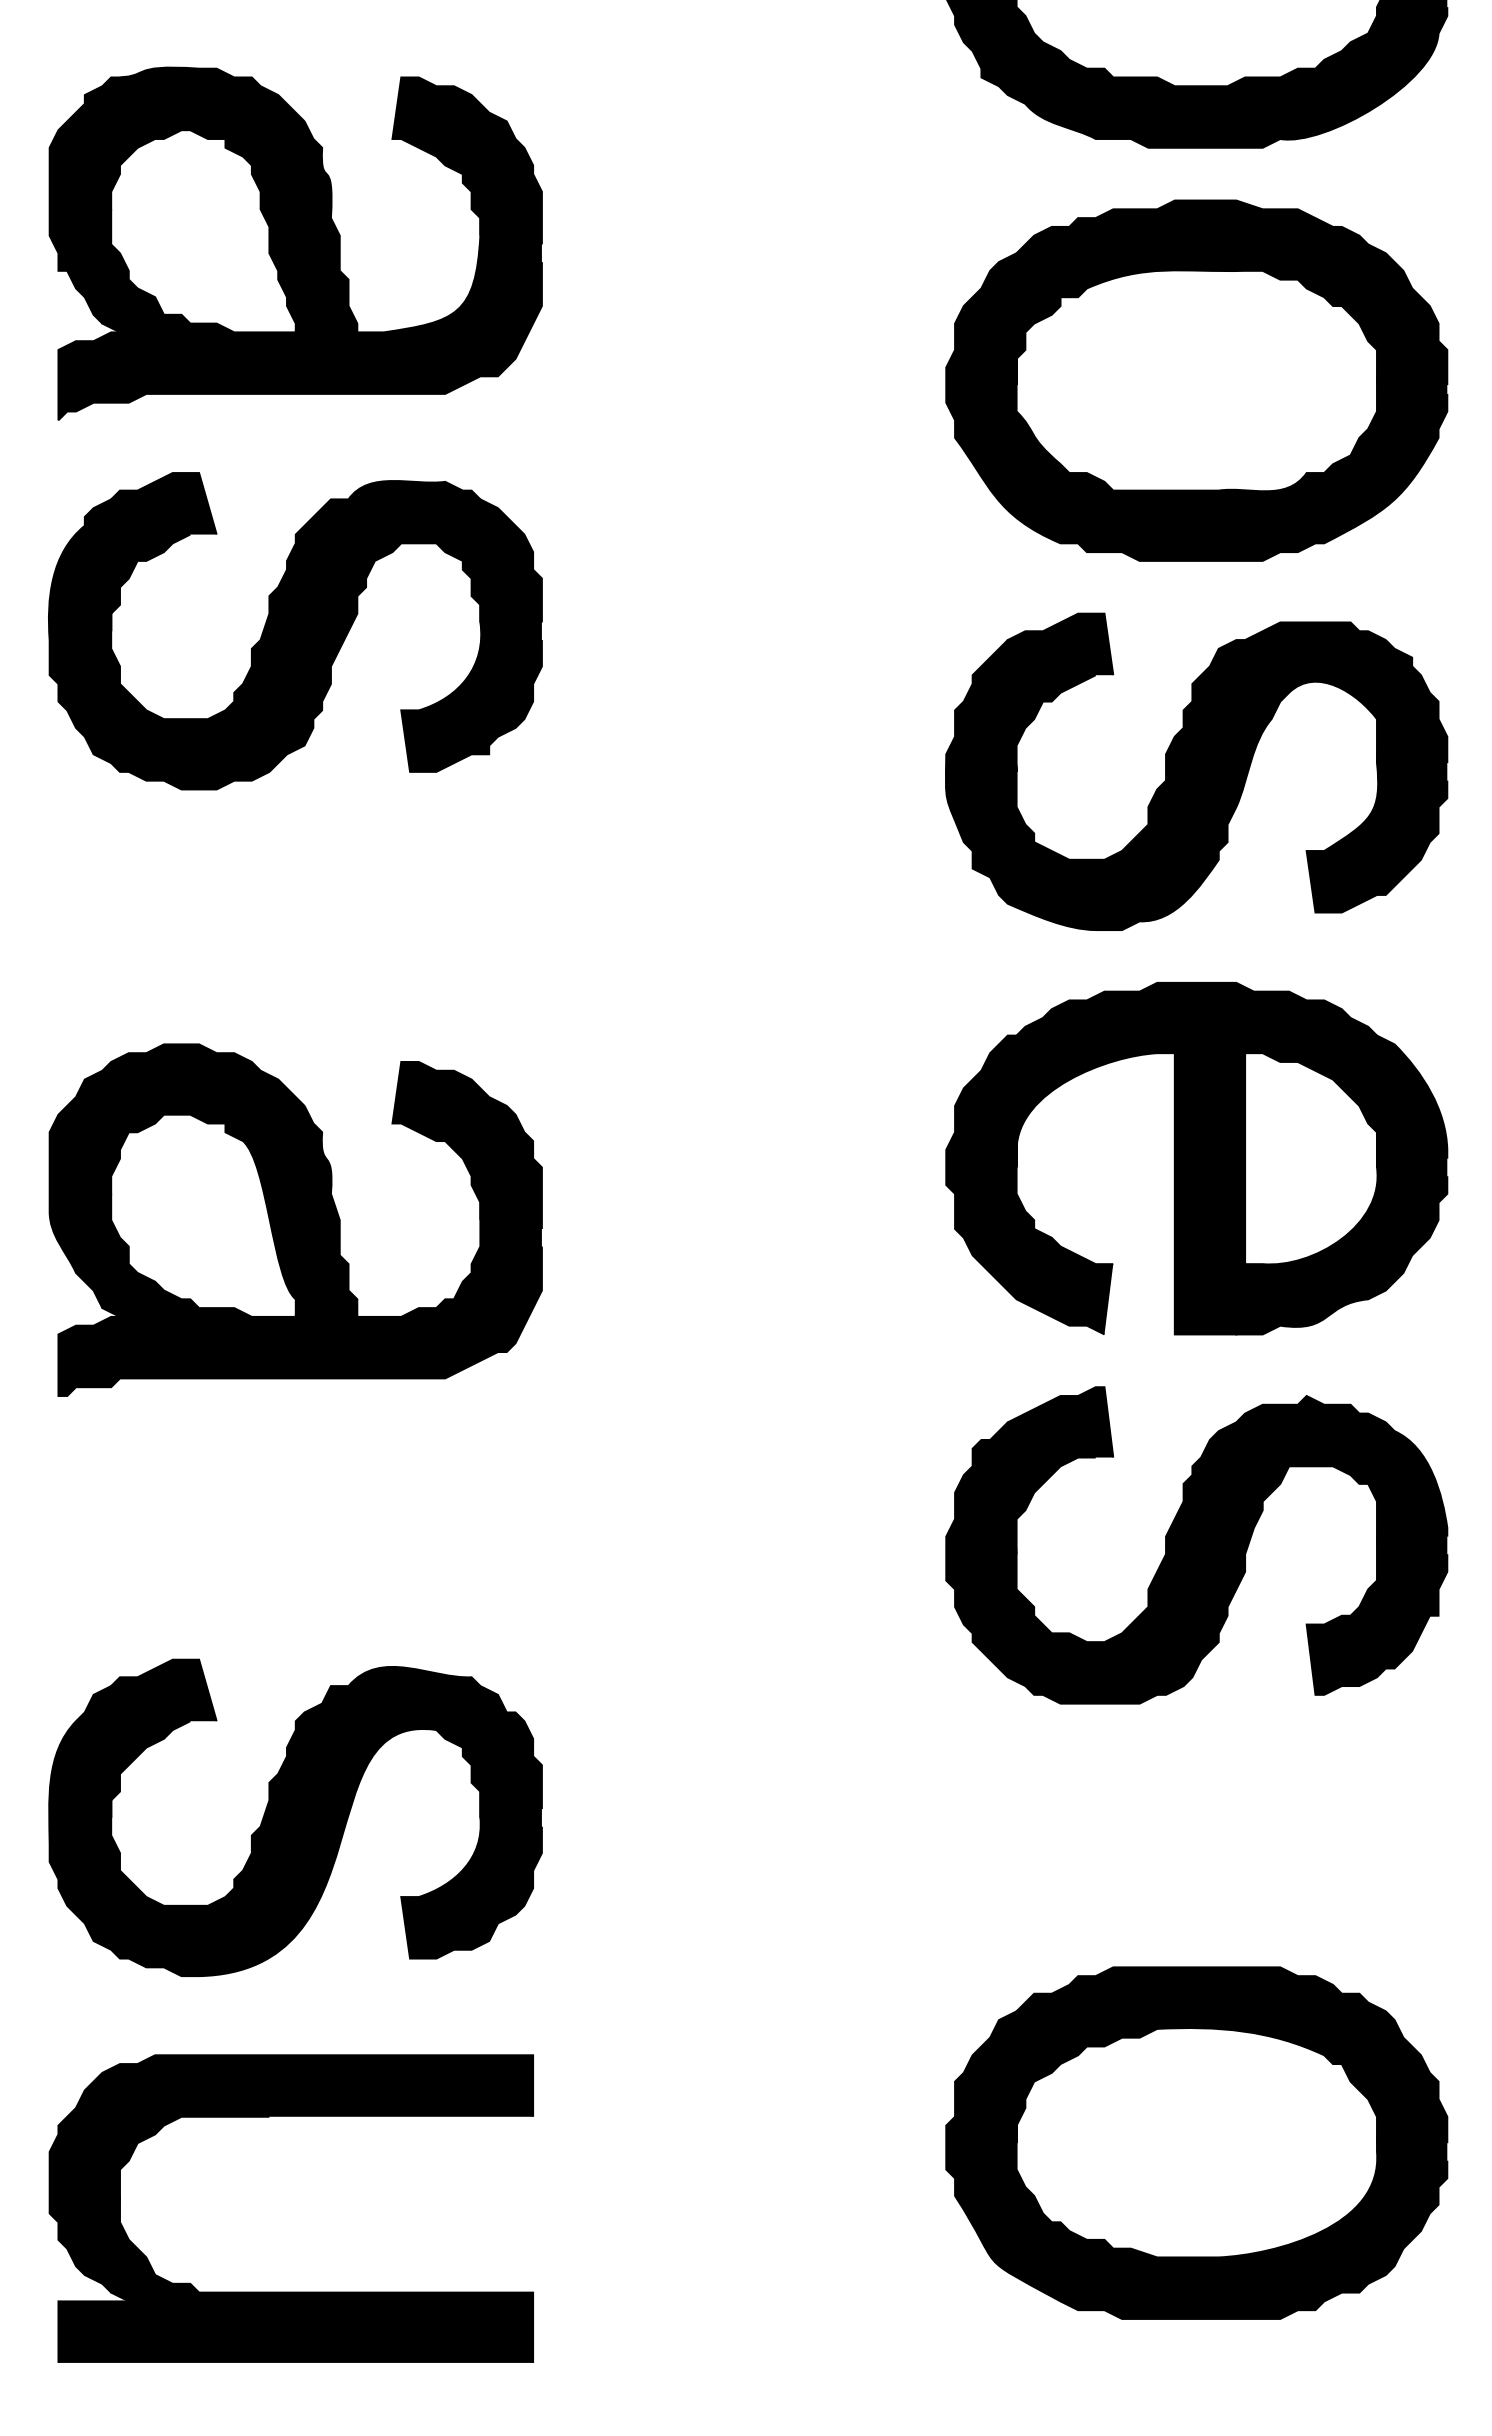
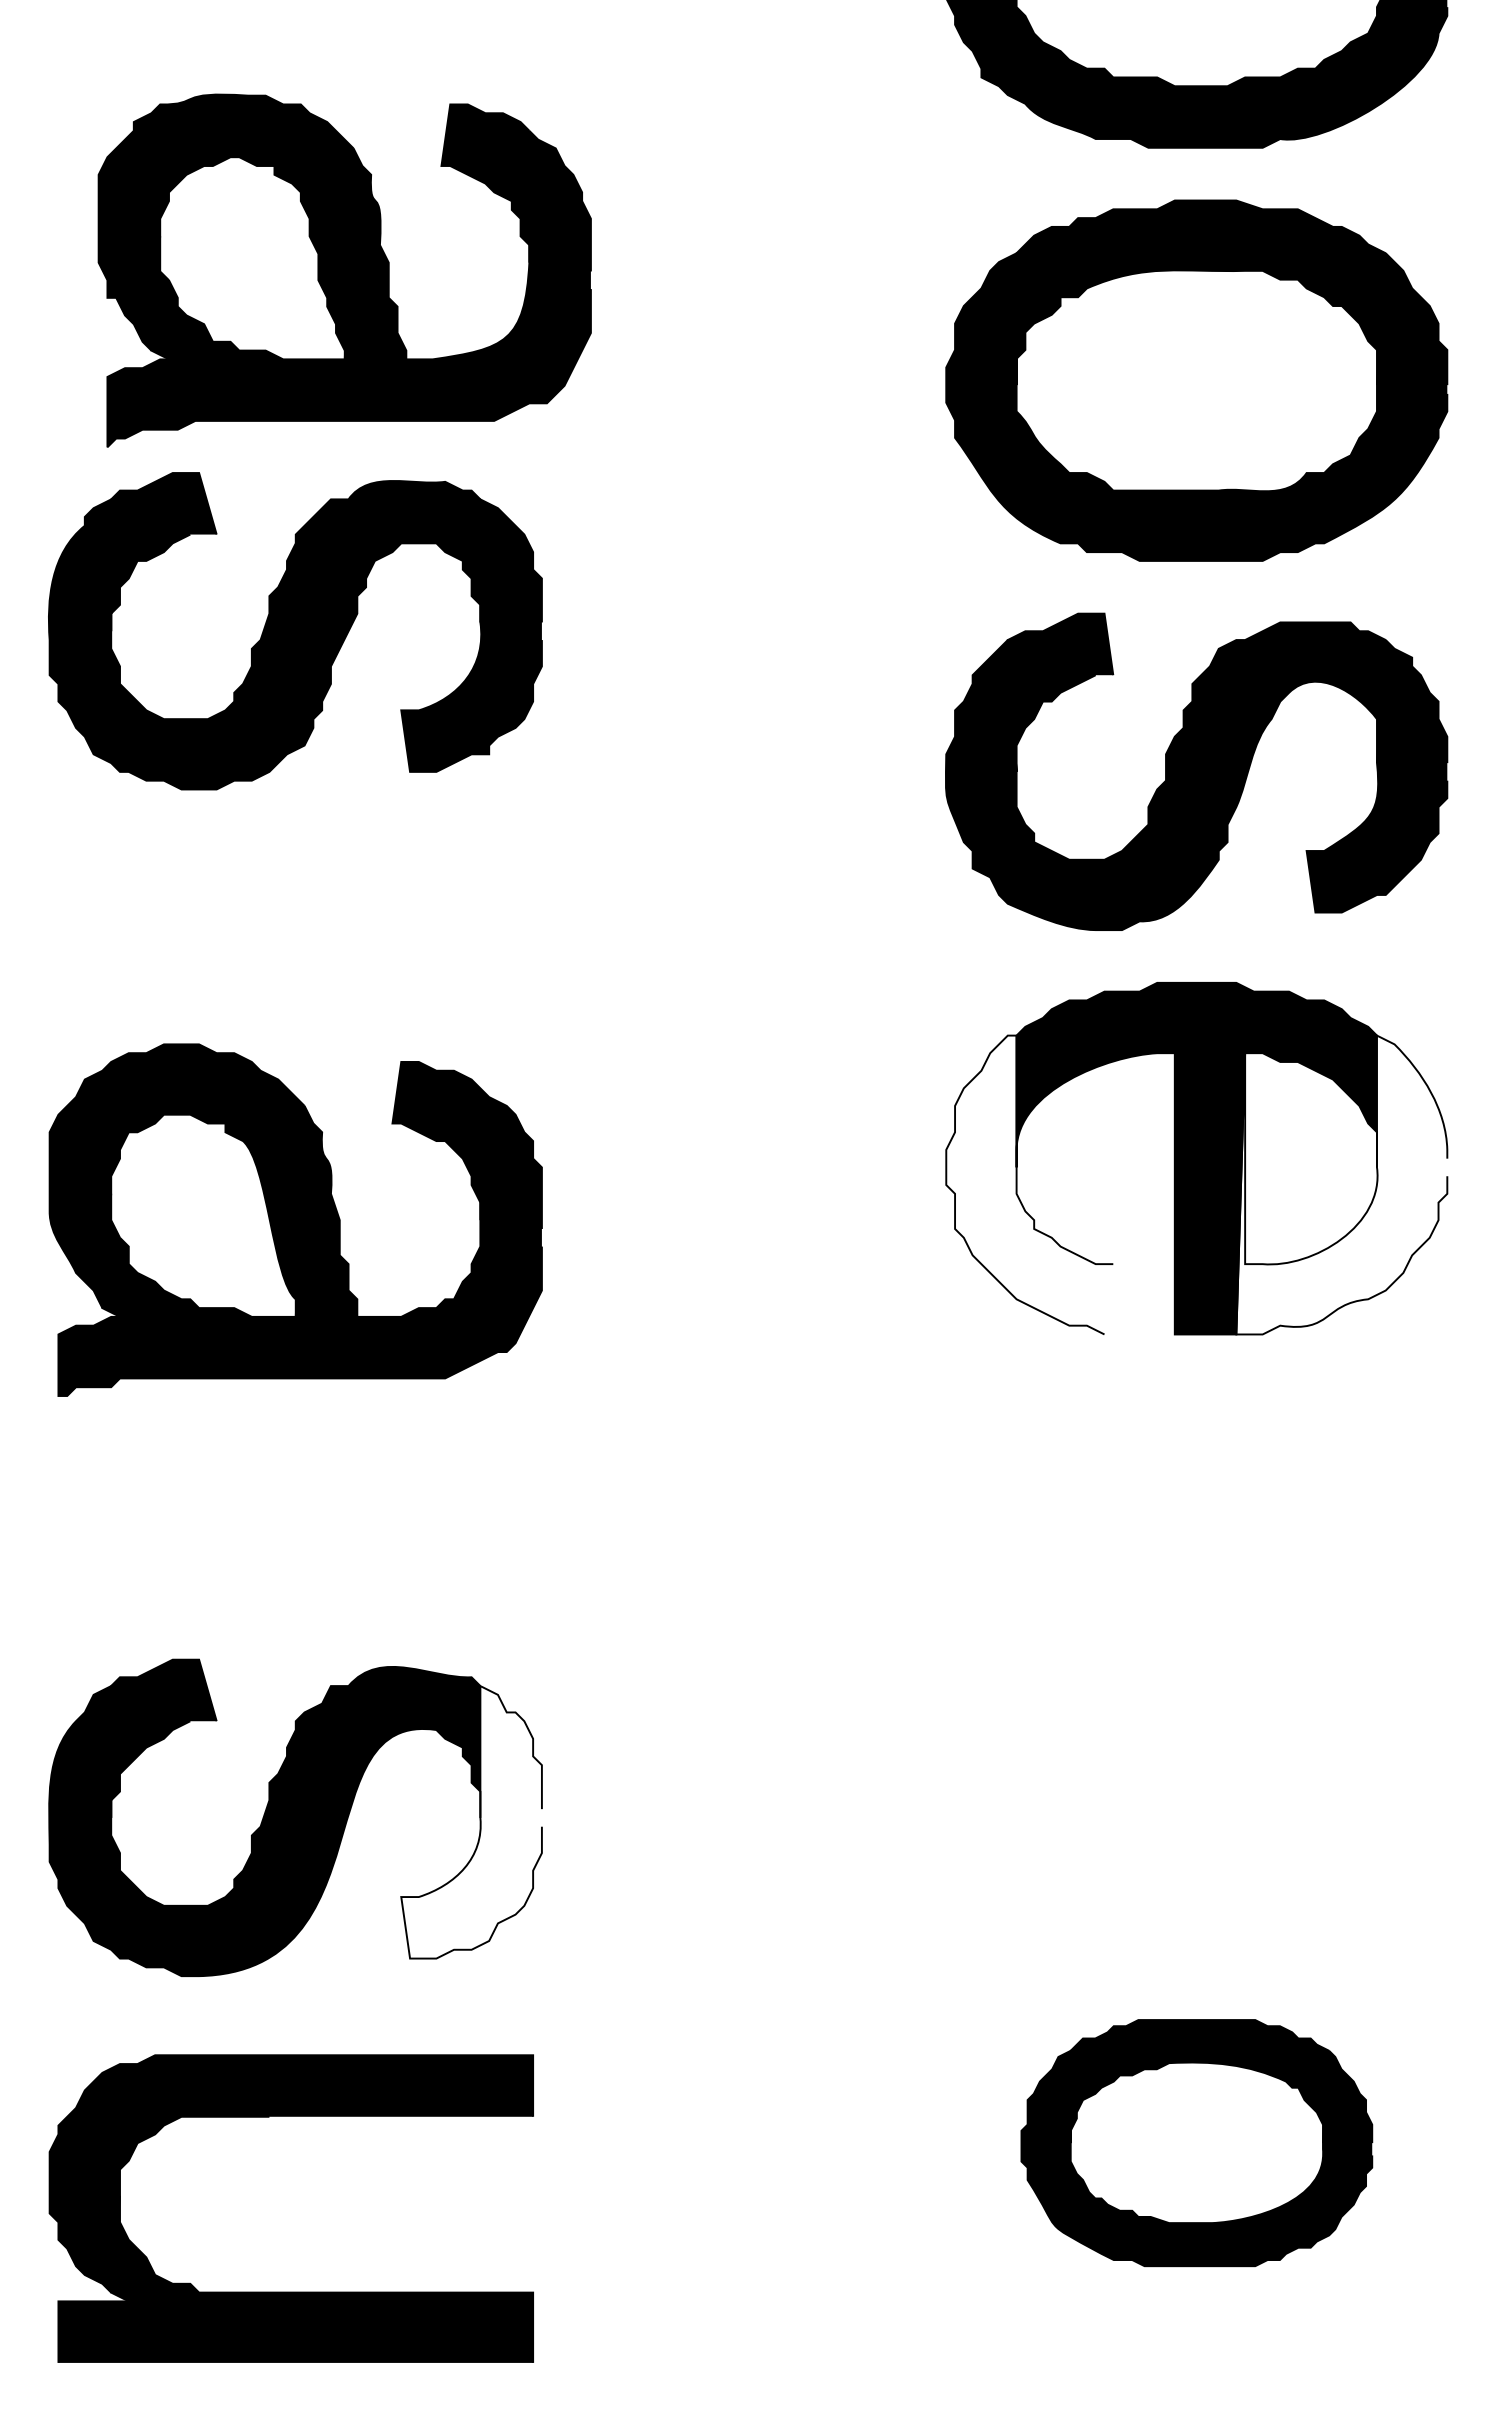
part at (295, 243) position: (295, 243) -> (344, 270)
fill at (1029, 1184): present -> none
fill at (1341, 1184): present -> none
part at (1196, 1545): present -> none
fill at (471, 1822): present -> none
part at (1196, 2142) size: 504x354 px -> 354x249 px
